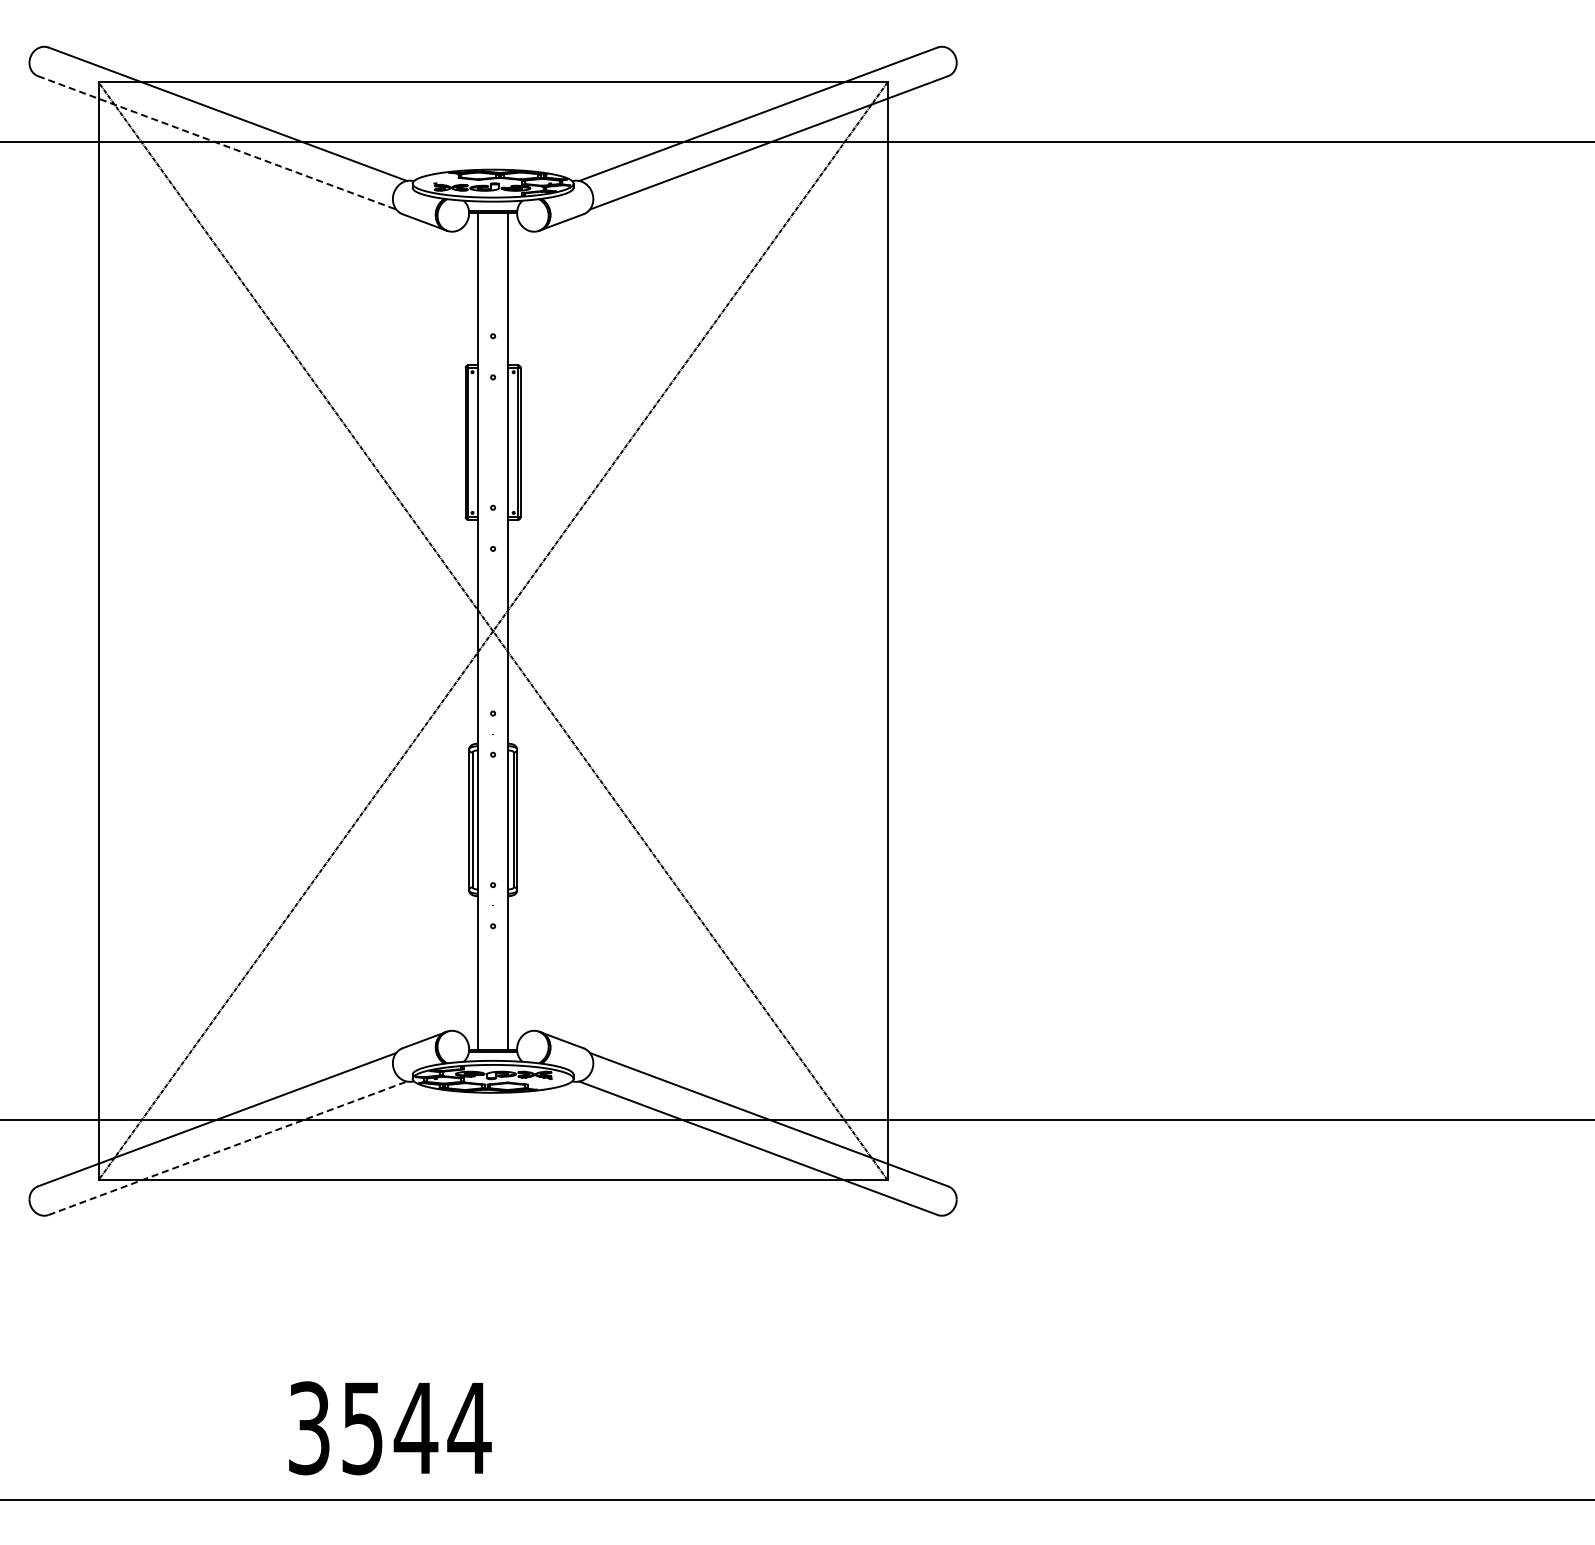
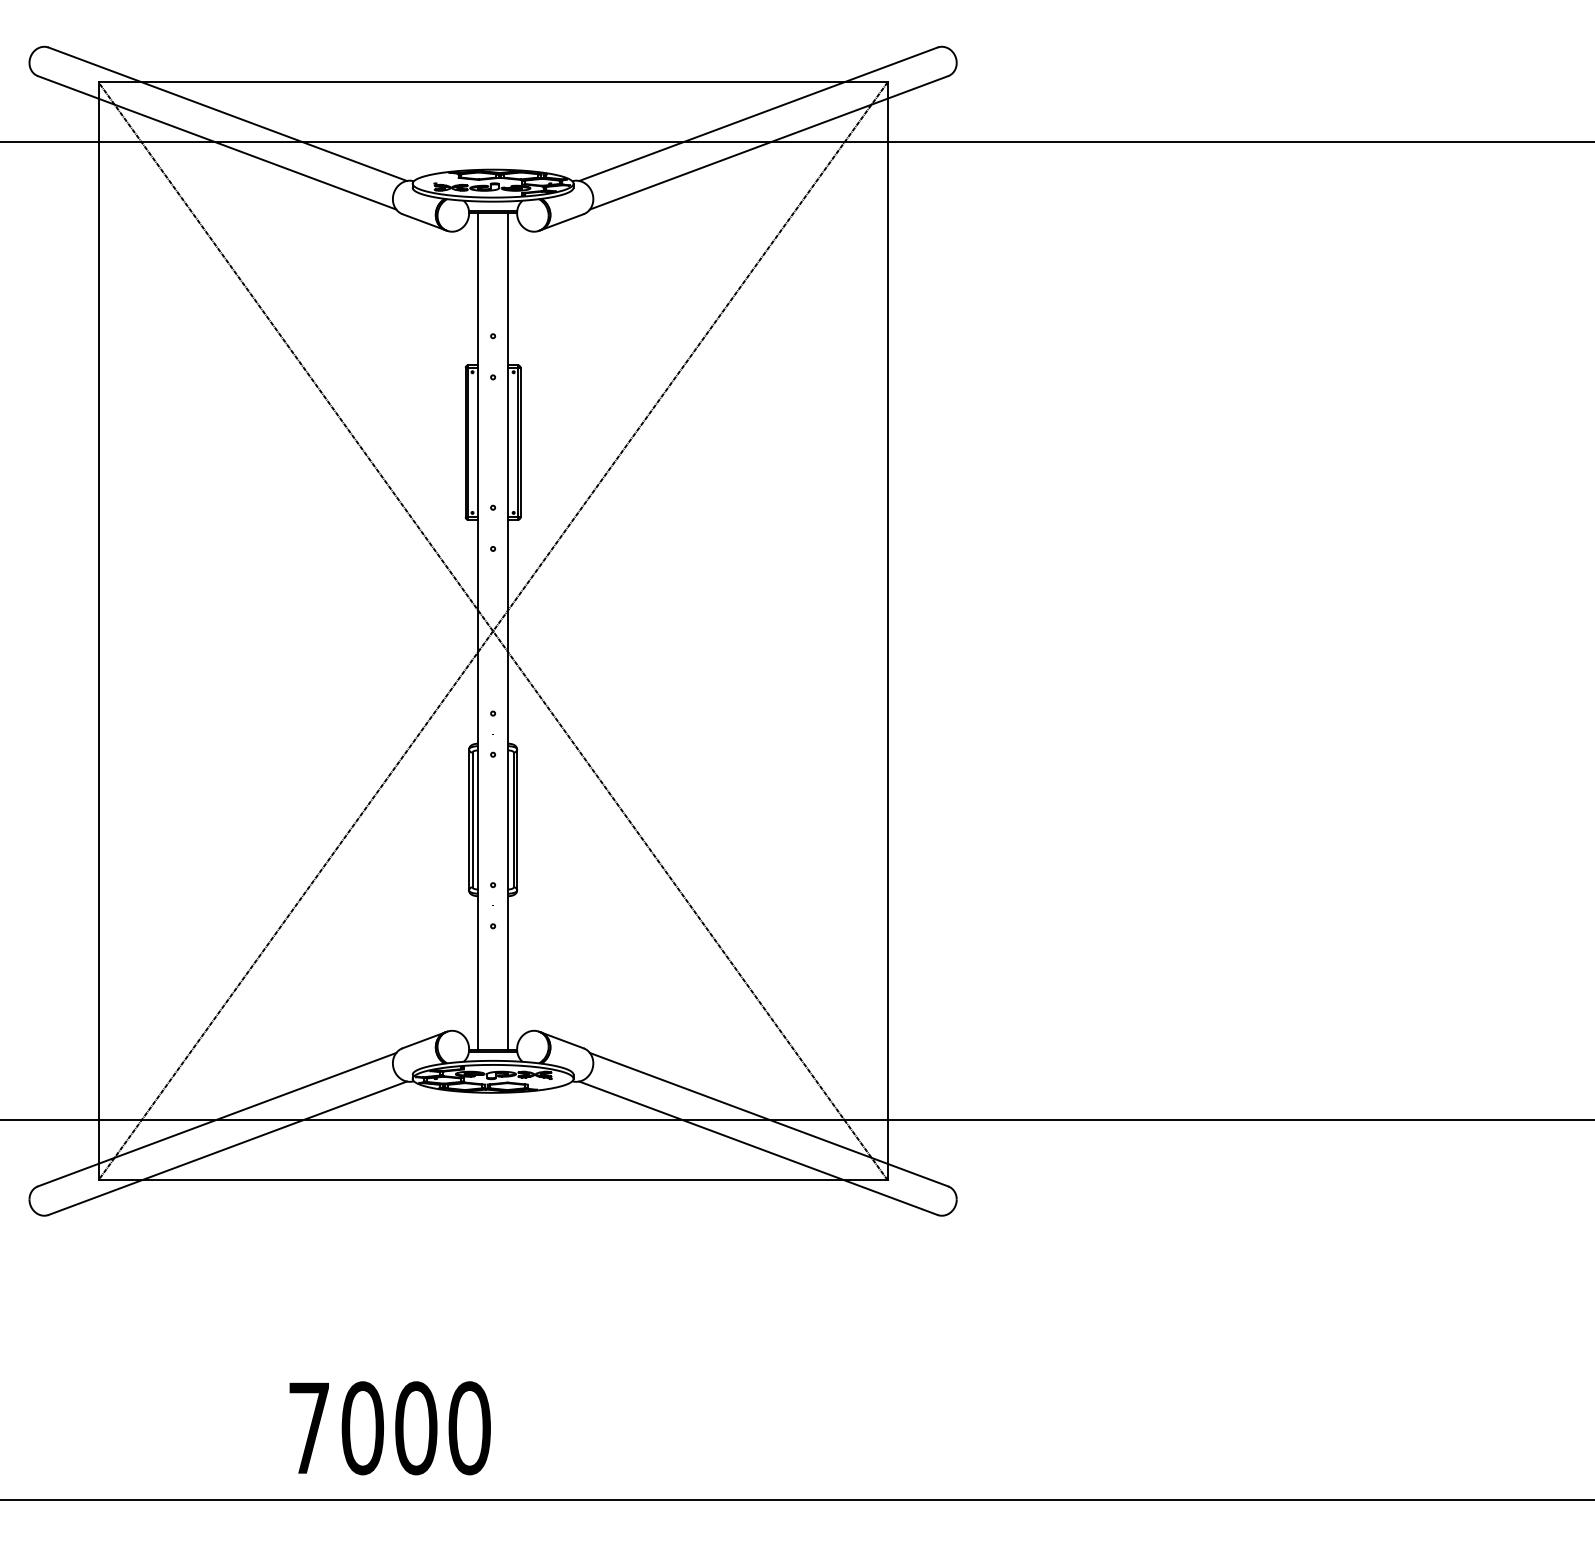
line at (217, 143): dashed -> solid
line at (228, 1148): dashed -> solid
text at (390, 1428): 3544 -> 7000
